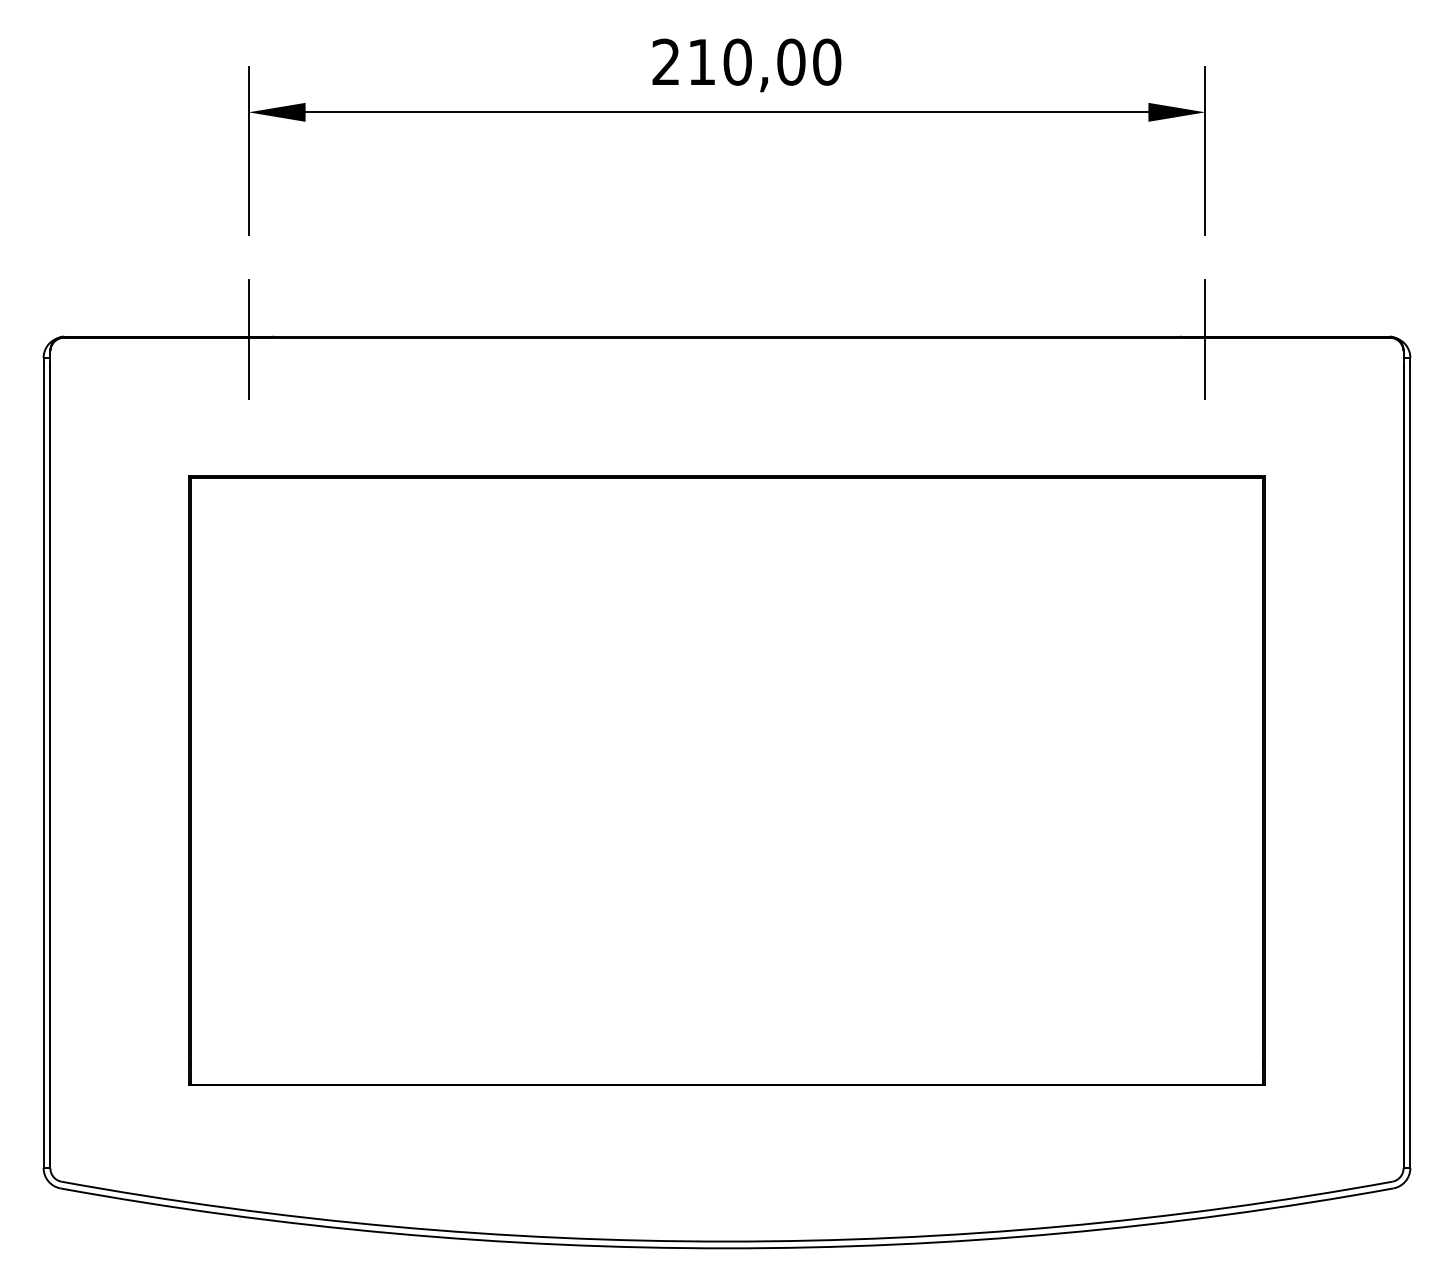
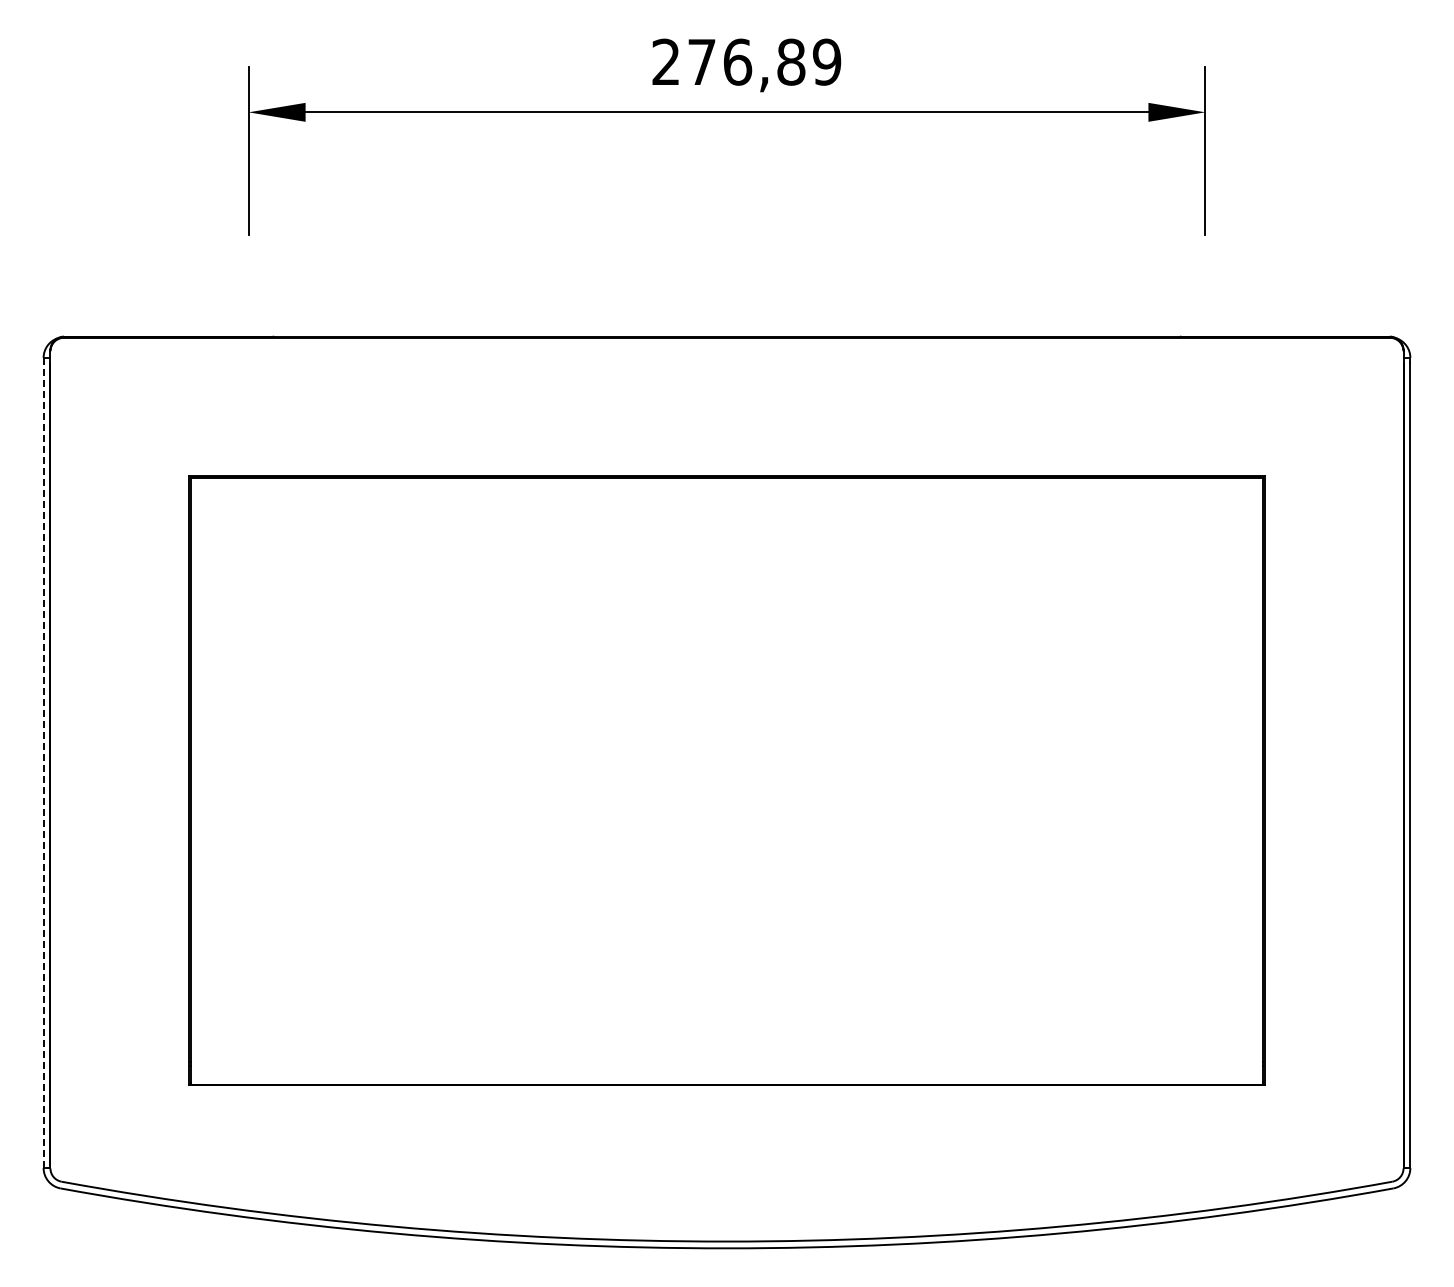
text at (764, 61): 210,00 -> 276,89
line at (248, 339): present -> none
line at (1205, 339): present -> none
line at (43, 765): solid -> dashed
